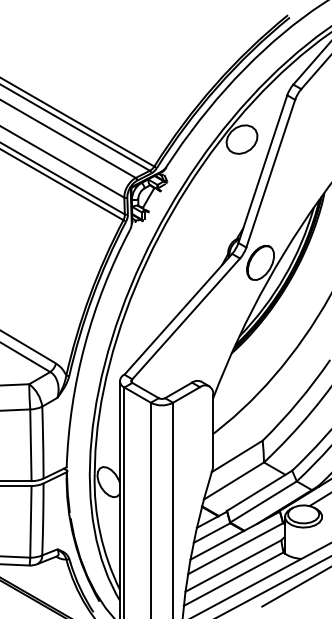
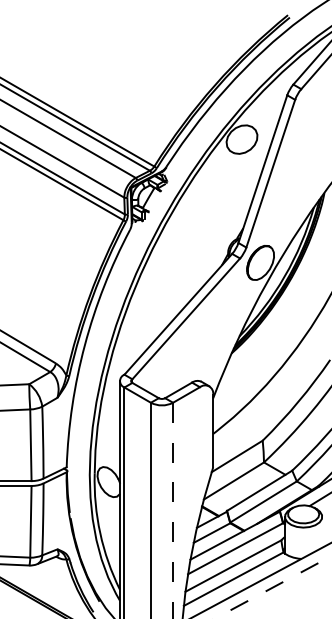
line at (173, 510): solid -> dashed
line at (273, 587): solid -> dashed
line at (295, 587): present -> none
